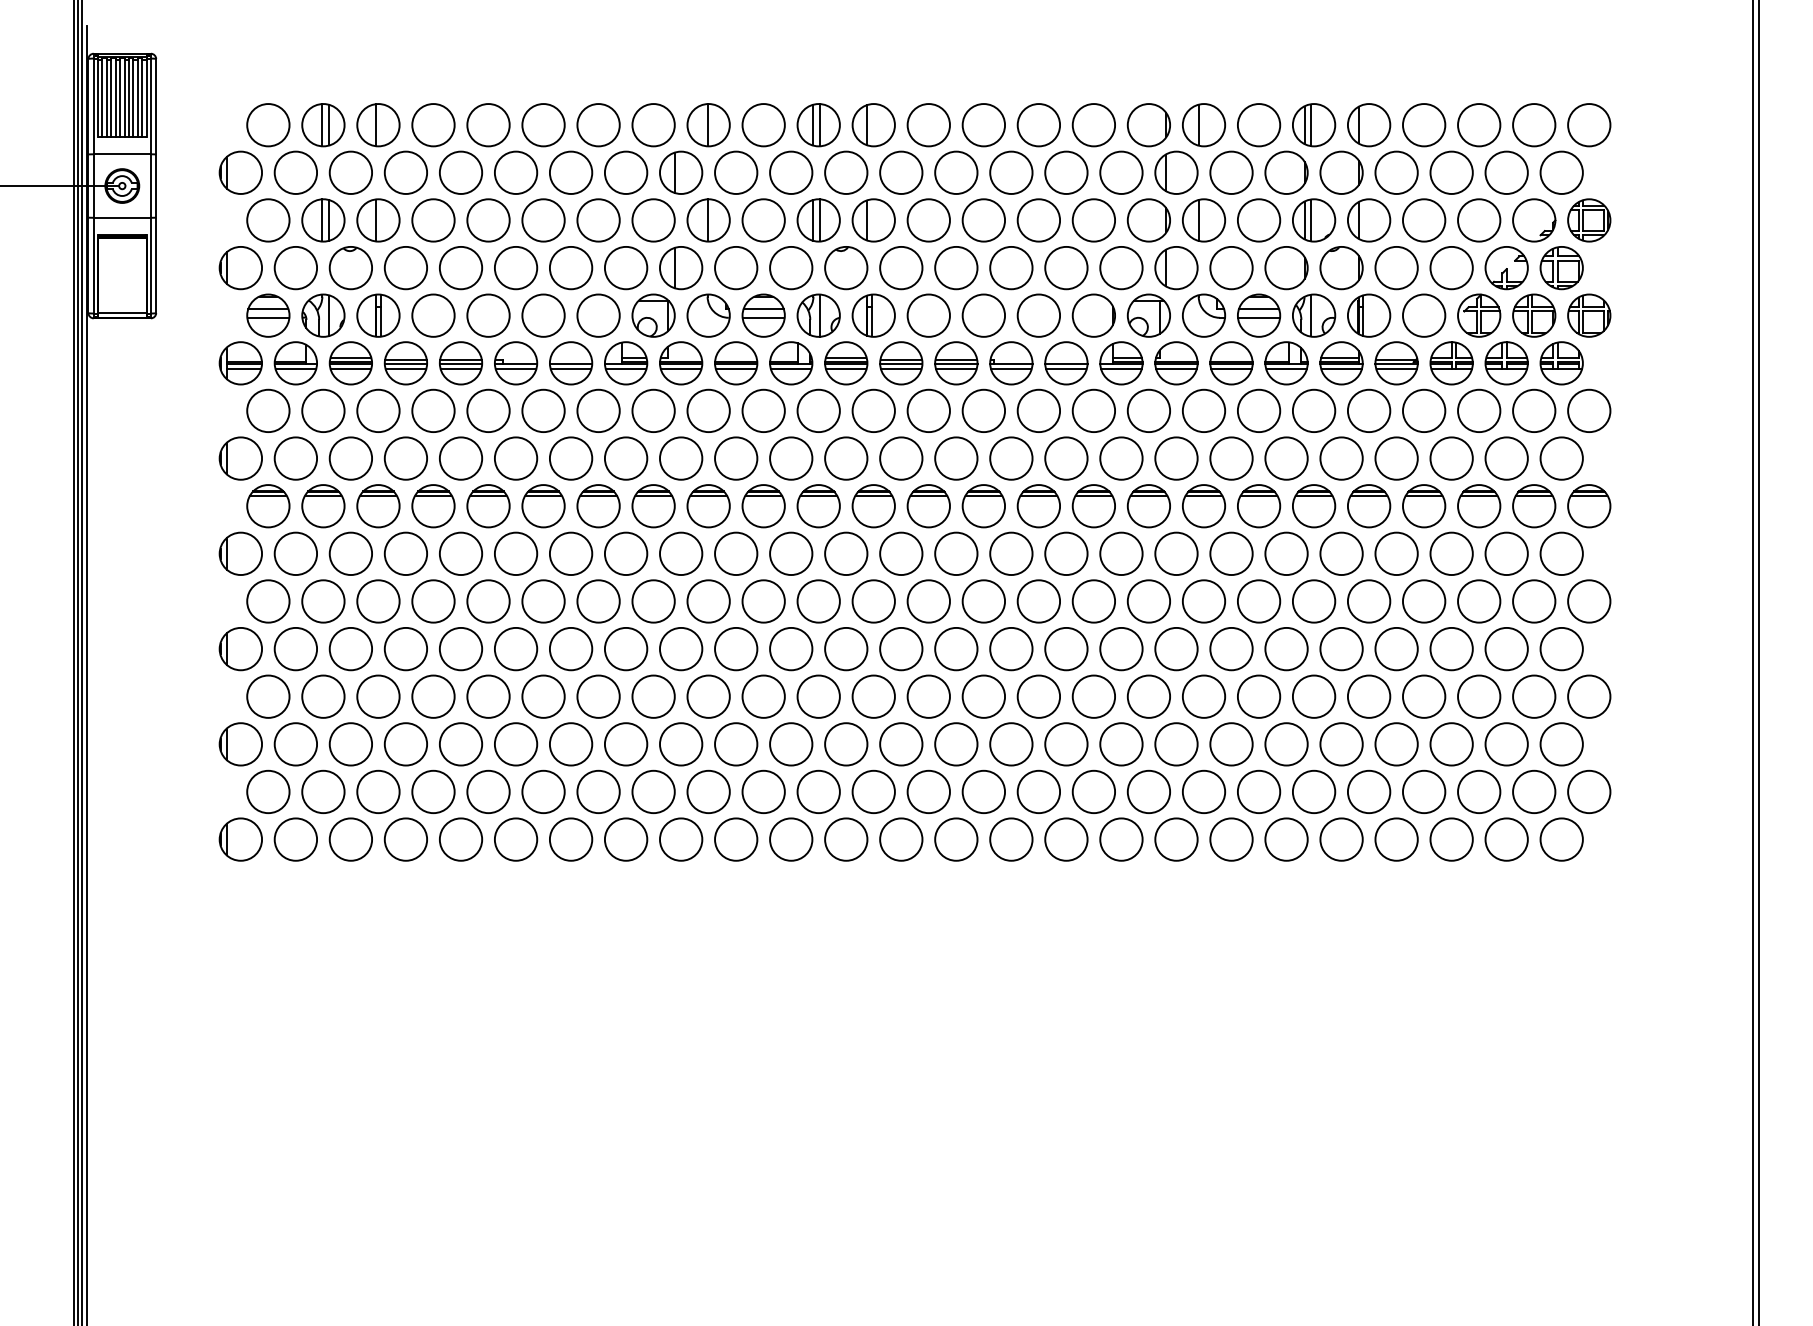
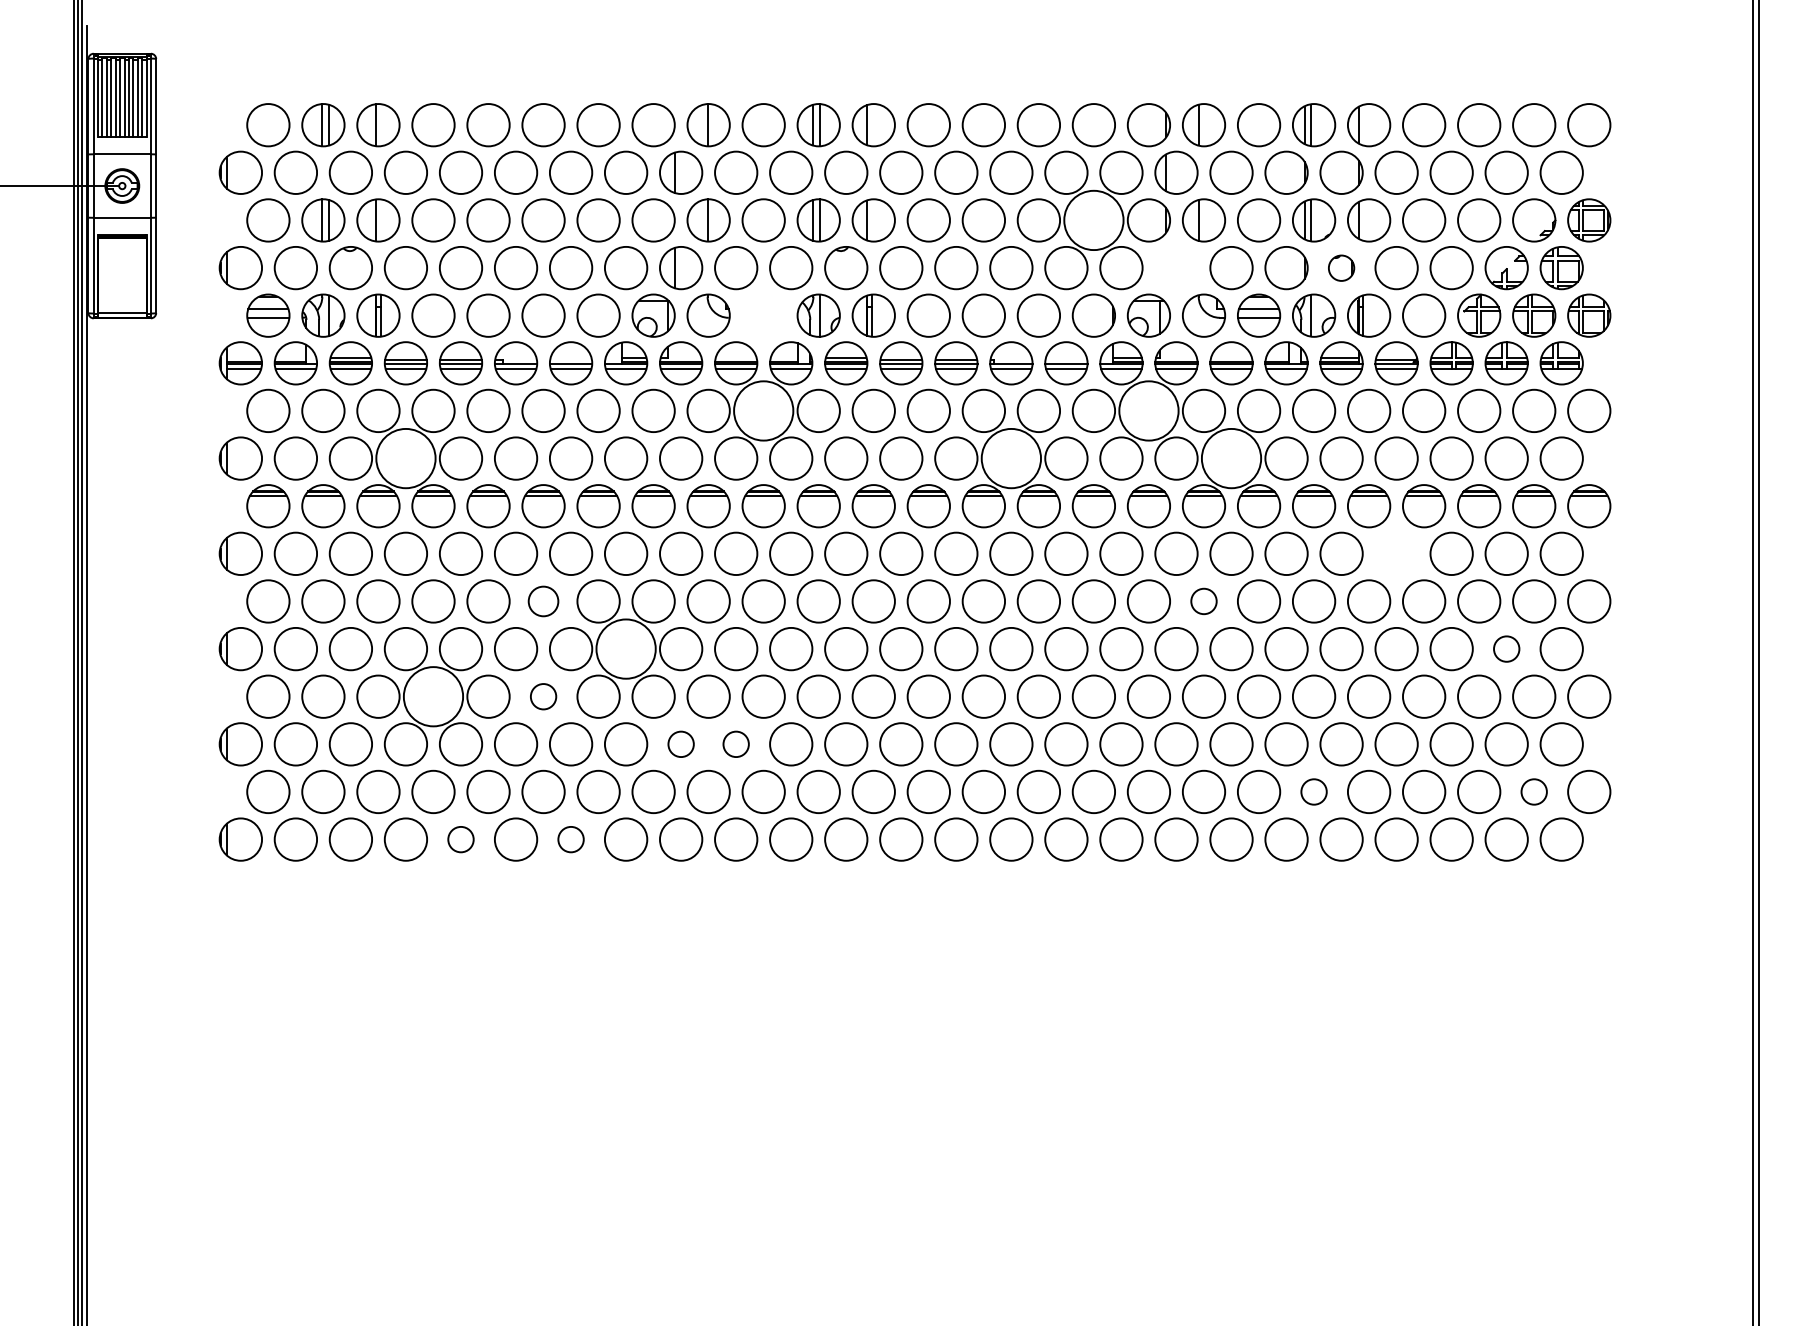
circle at (1093, 220) diameter: 42 px -> 59 px
part at (1176, 268): present -> none
part at (1341, 268) size: 45x45 px -> 28x28 px
part at (763, 315): present -> none
circle at (763, 410) diameter: 42 px -> 59 px
circle at (1148, 410) diameter: 42 px -> 59 px
circle at (405, 458) diameter: 42 px -> 59 px
circle at (1011, 458) diameter: 42 px -> 59 px
circle at (1231, 458) diameter: 42 px -> 59 px
circle at (1396, 553): present -> none
circle at (543, 601) size: 45x45 px -> 33x33 px
circle at (1203, 601) diameter: 42 px -> 25 px
circle at (625, 648) diameter: 42 px -> 59 px
circle at (1506, 648) diameter: 42 px -> 25 px
circle at (433, 696) diameter: 42 px -> 59 px
circle at (543, 696) diameter: 42 px -> 25 px
circle at (680, 744) diameter: 42 px -> 25 px
circle at (736, 744) diameter: 42 px -> 25 px
circle at (1313, 791) diameter: 42 px -> 25 px
circle at (1534, 791) diameter: 42 px -> 25 px
circle at (460, 839) diameter: 42 px -> 25 px
circle at (570, 839) diameter: 42 px -> 25 px
